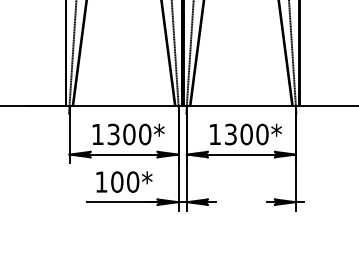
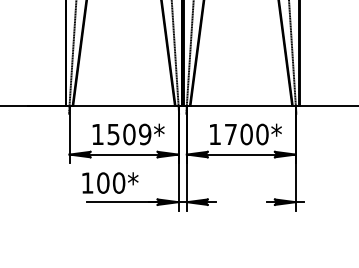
text at (129, 134): 1300* -> 1509*
text at (230, 134): 1300* -> 1700*
text at (124, 181) position: (124, 181) -> (110, 182)
